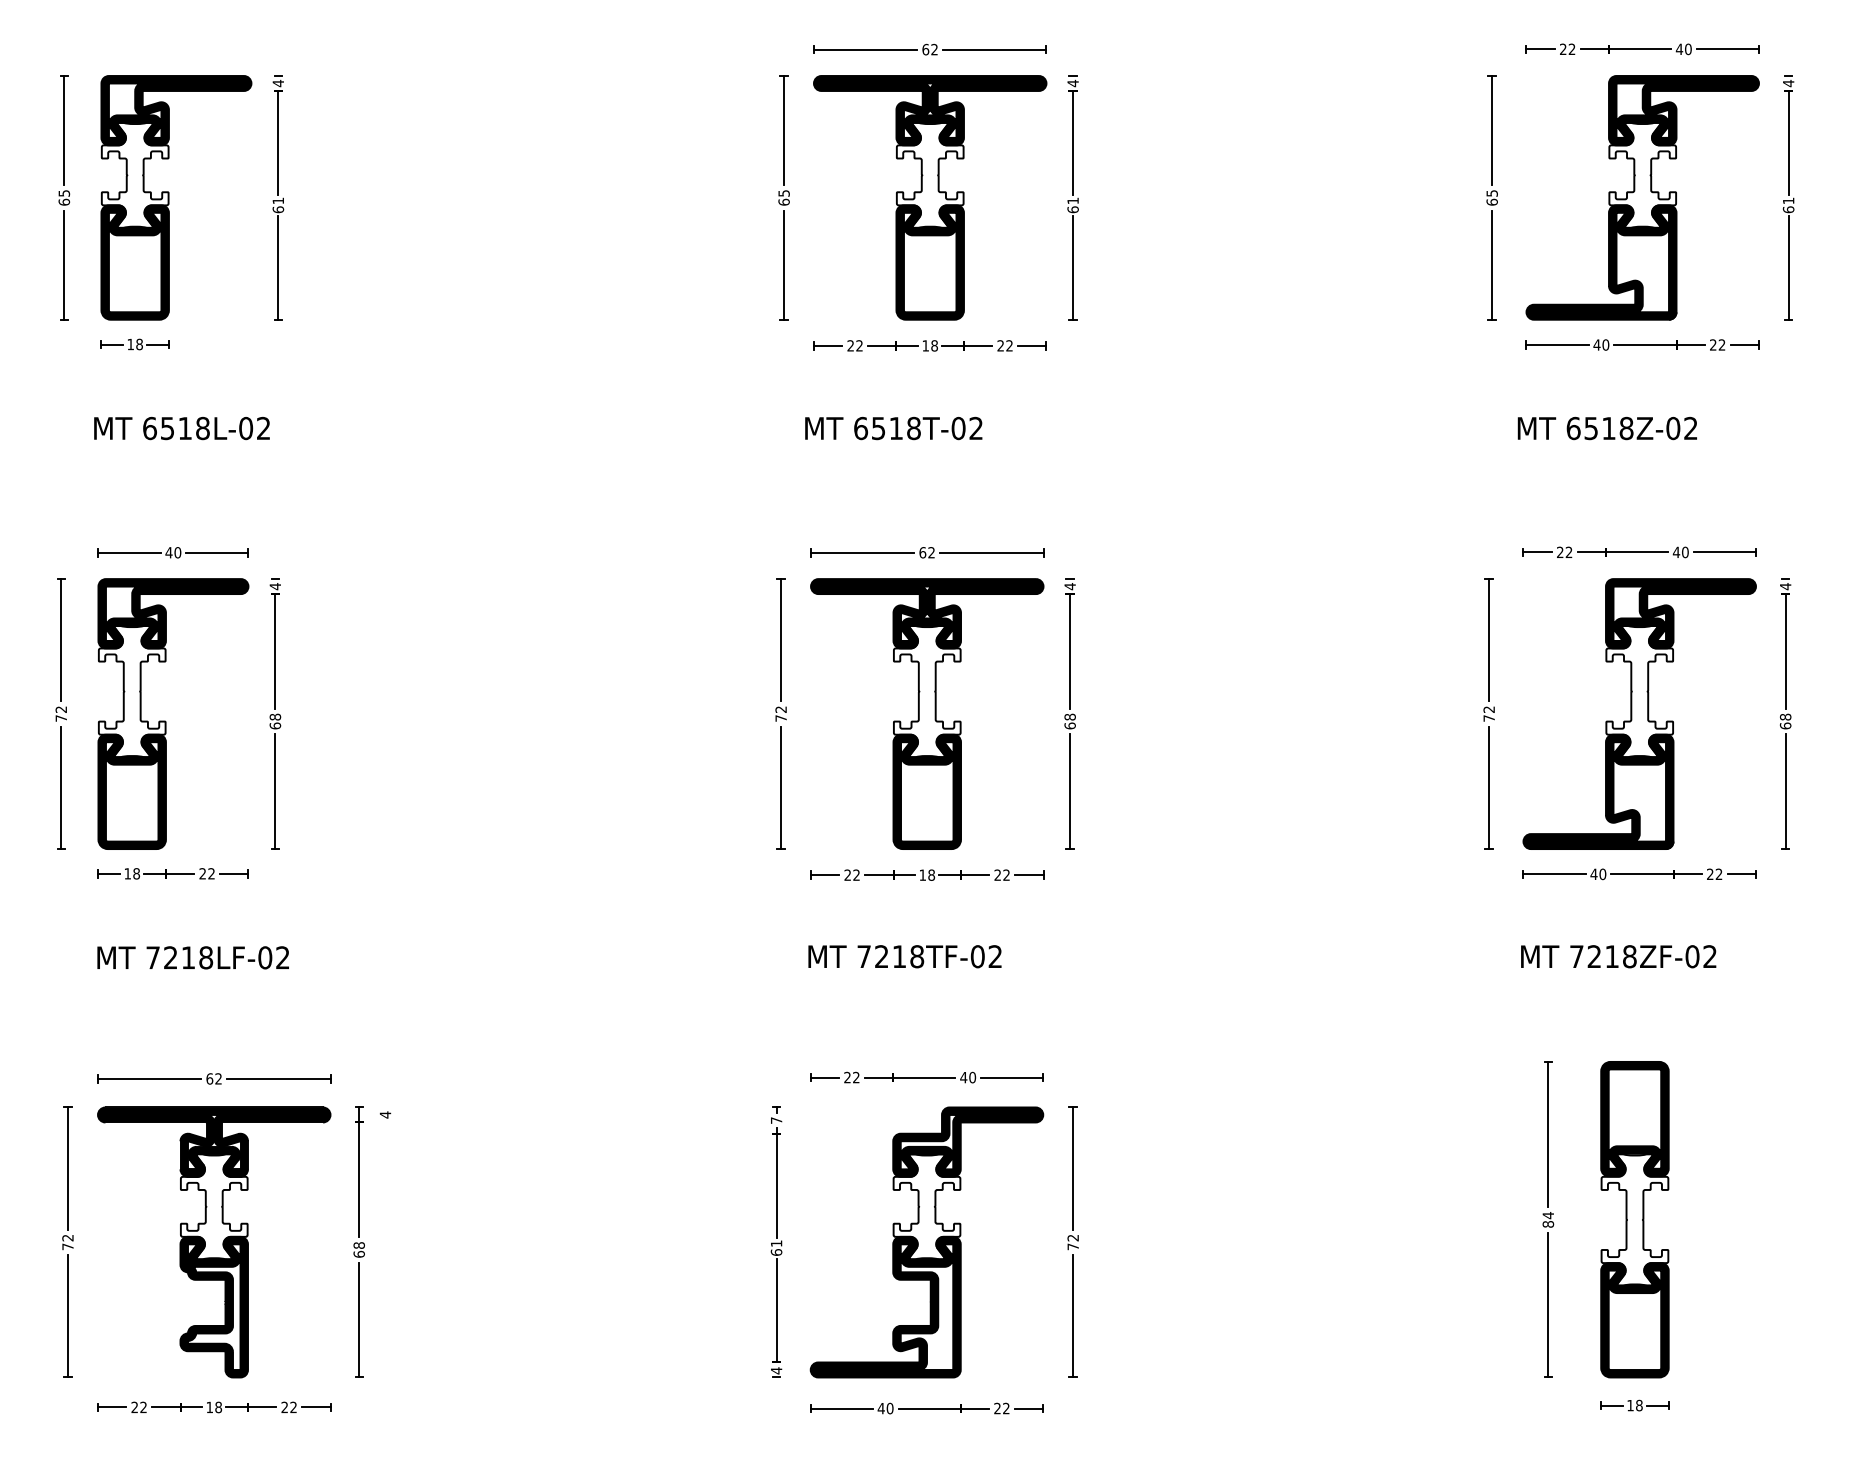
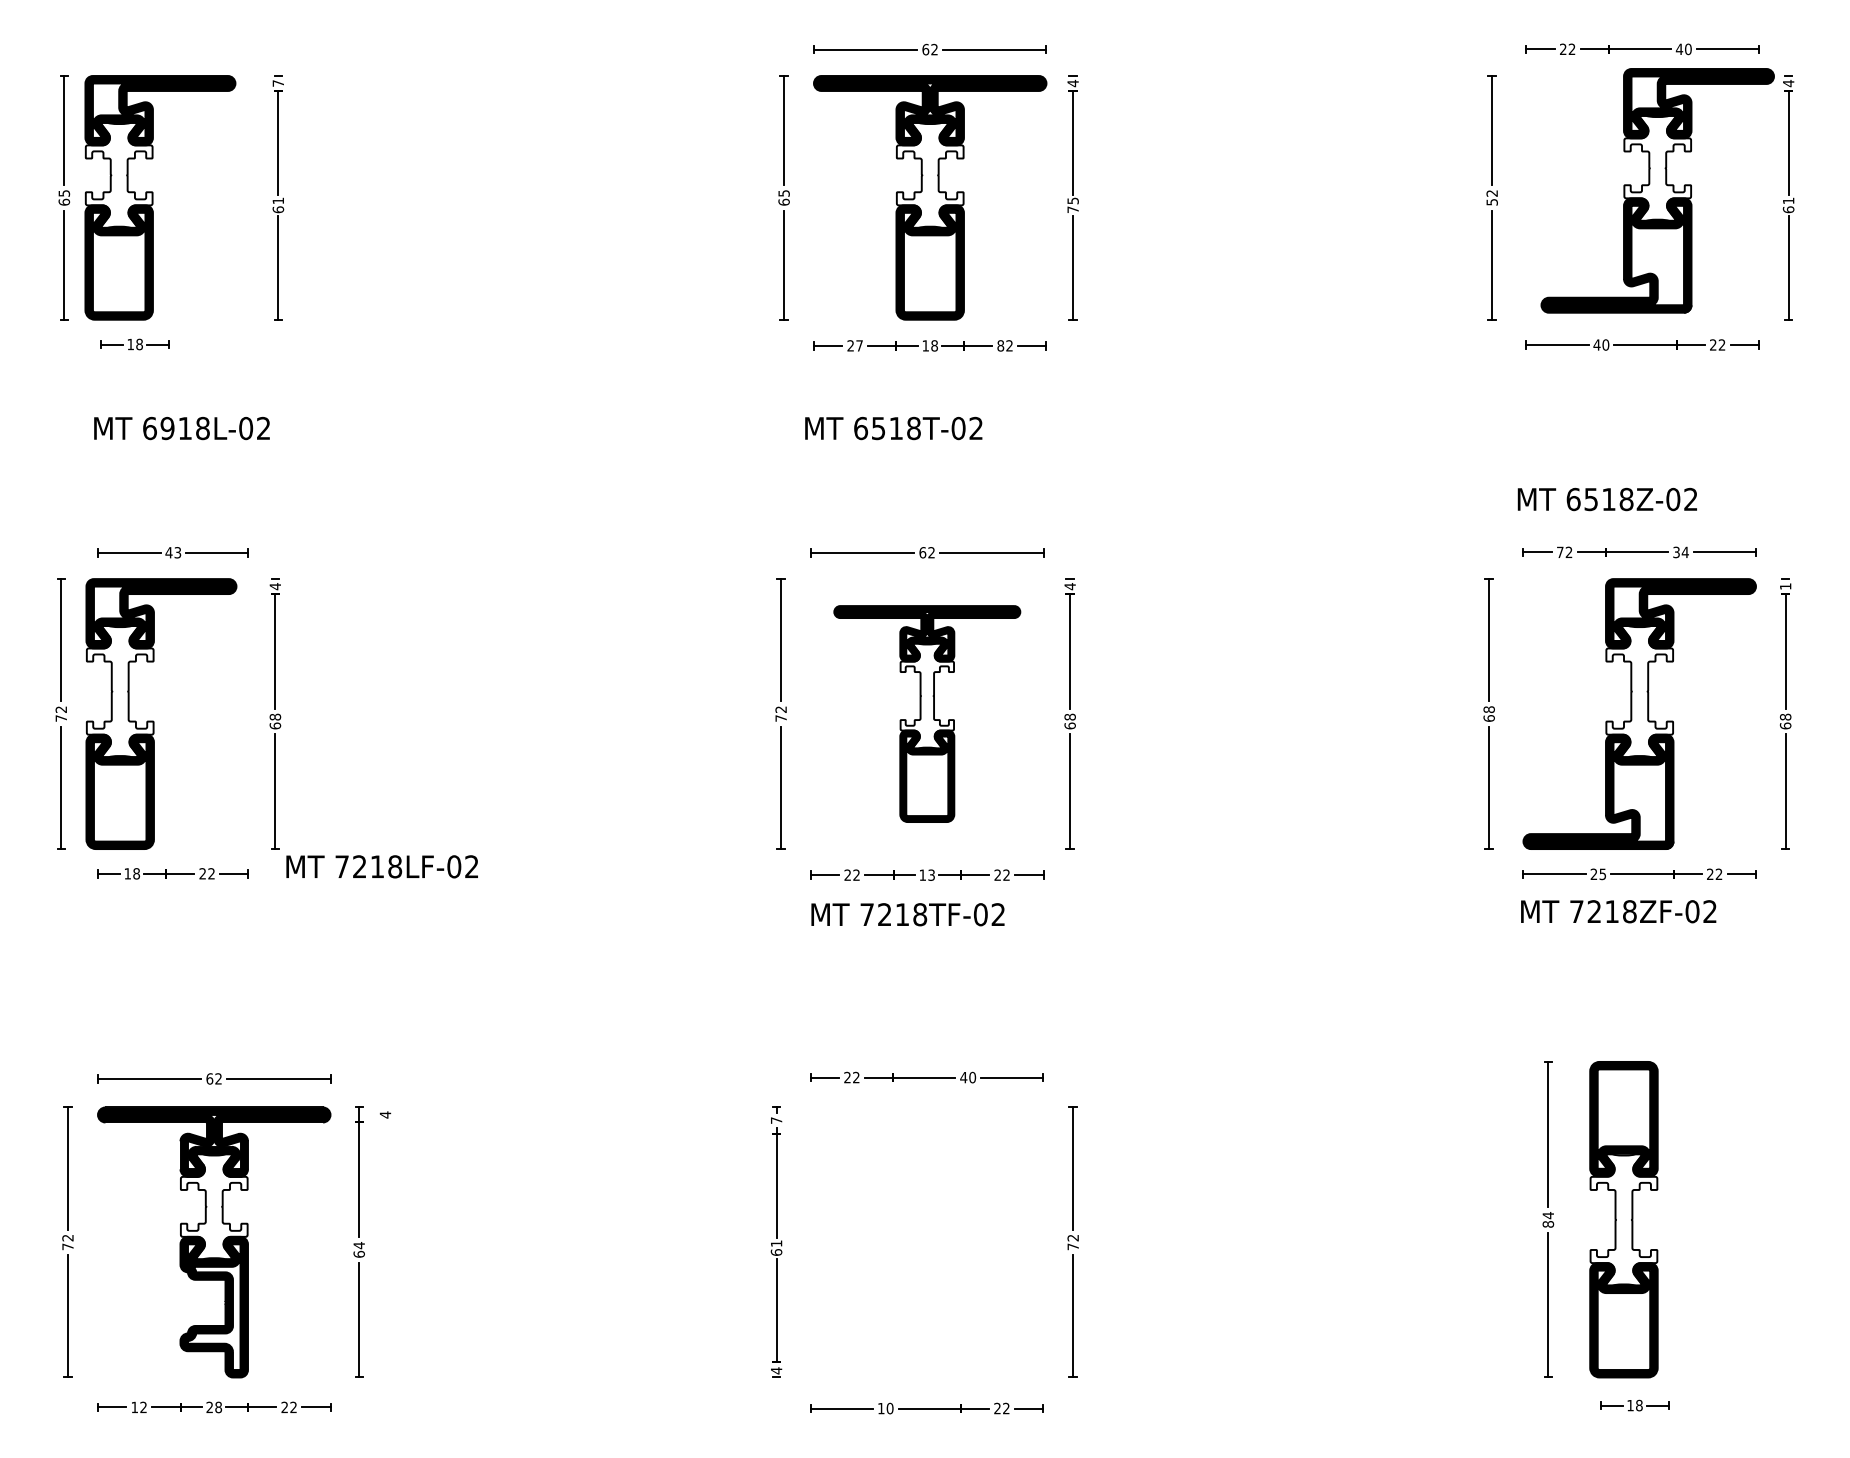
text at (277, 83): 4 -> 7
part at (169, 197) position: (169, 197) -> (153, 197)
text at (1491, 197): 65 -> 52
part at (1642, 197) position: (1642, 197) -> (1657, 190)
text at (1072, 205): 61 -> 75
text at (859, 345): 22 -> 27
text at (1000, 345): 22 -> 82
text at (167, 427): 6518L-02 -> 6918L-02
text at (1606, 428) position: (1606, 428) -> (1606, 499)
text at (1560, 551): 22 -> 72
text at (177, 552): 40 -> 43
text at (1680, 552): 40 -> 34
text at (1785, 586): 4 -> 1
part at (927, 713) size: 235x272 px -> 189x218 px
text at (1488, 713): 72 -> 68
part at (165, 720) position: (165, 720) -> (153, 720)
text at (931, 874): 18 -> 13
text at (1598, 874): 40 -> 25
text at (904, 956) position: (904, 956) -> (907, 914)
text at (1618, 956) position: (1618, 956) -> (1618, 911)
text at (192, 957) position: (192, 957) -> (381, 866)
part at (1634, 1219) position: (1634, 1219) -> (1623, 1219)
part at (926, 1242): present -> none
text at (358, 1245): 68 -> 64
text at (134, 1406): 22 -> 12
text at (209, 1406): 18 -> 28
text at (880, 1408): 40 -> 10
